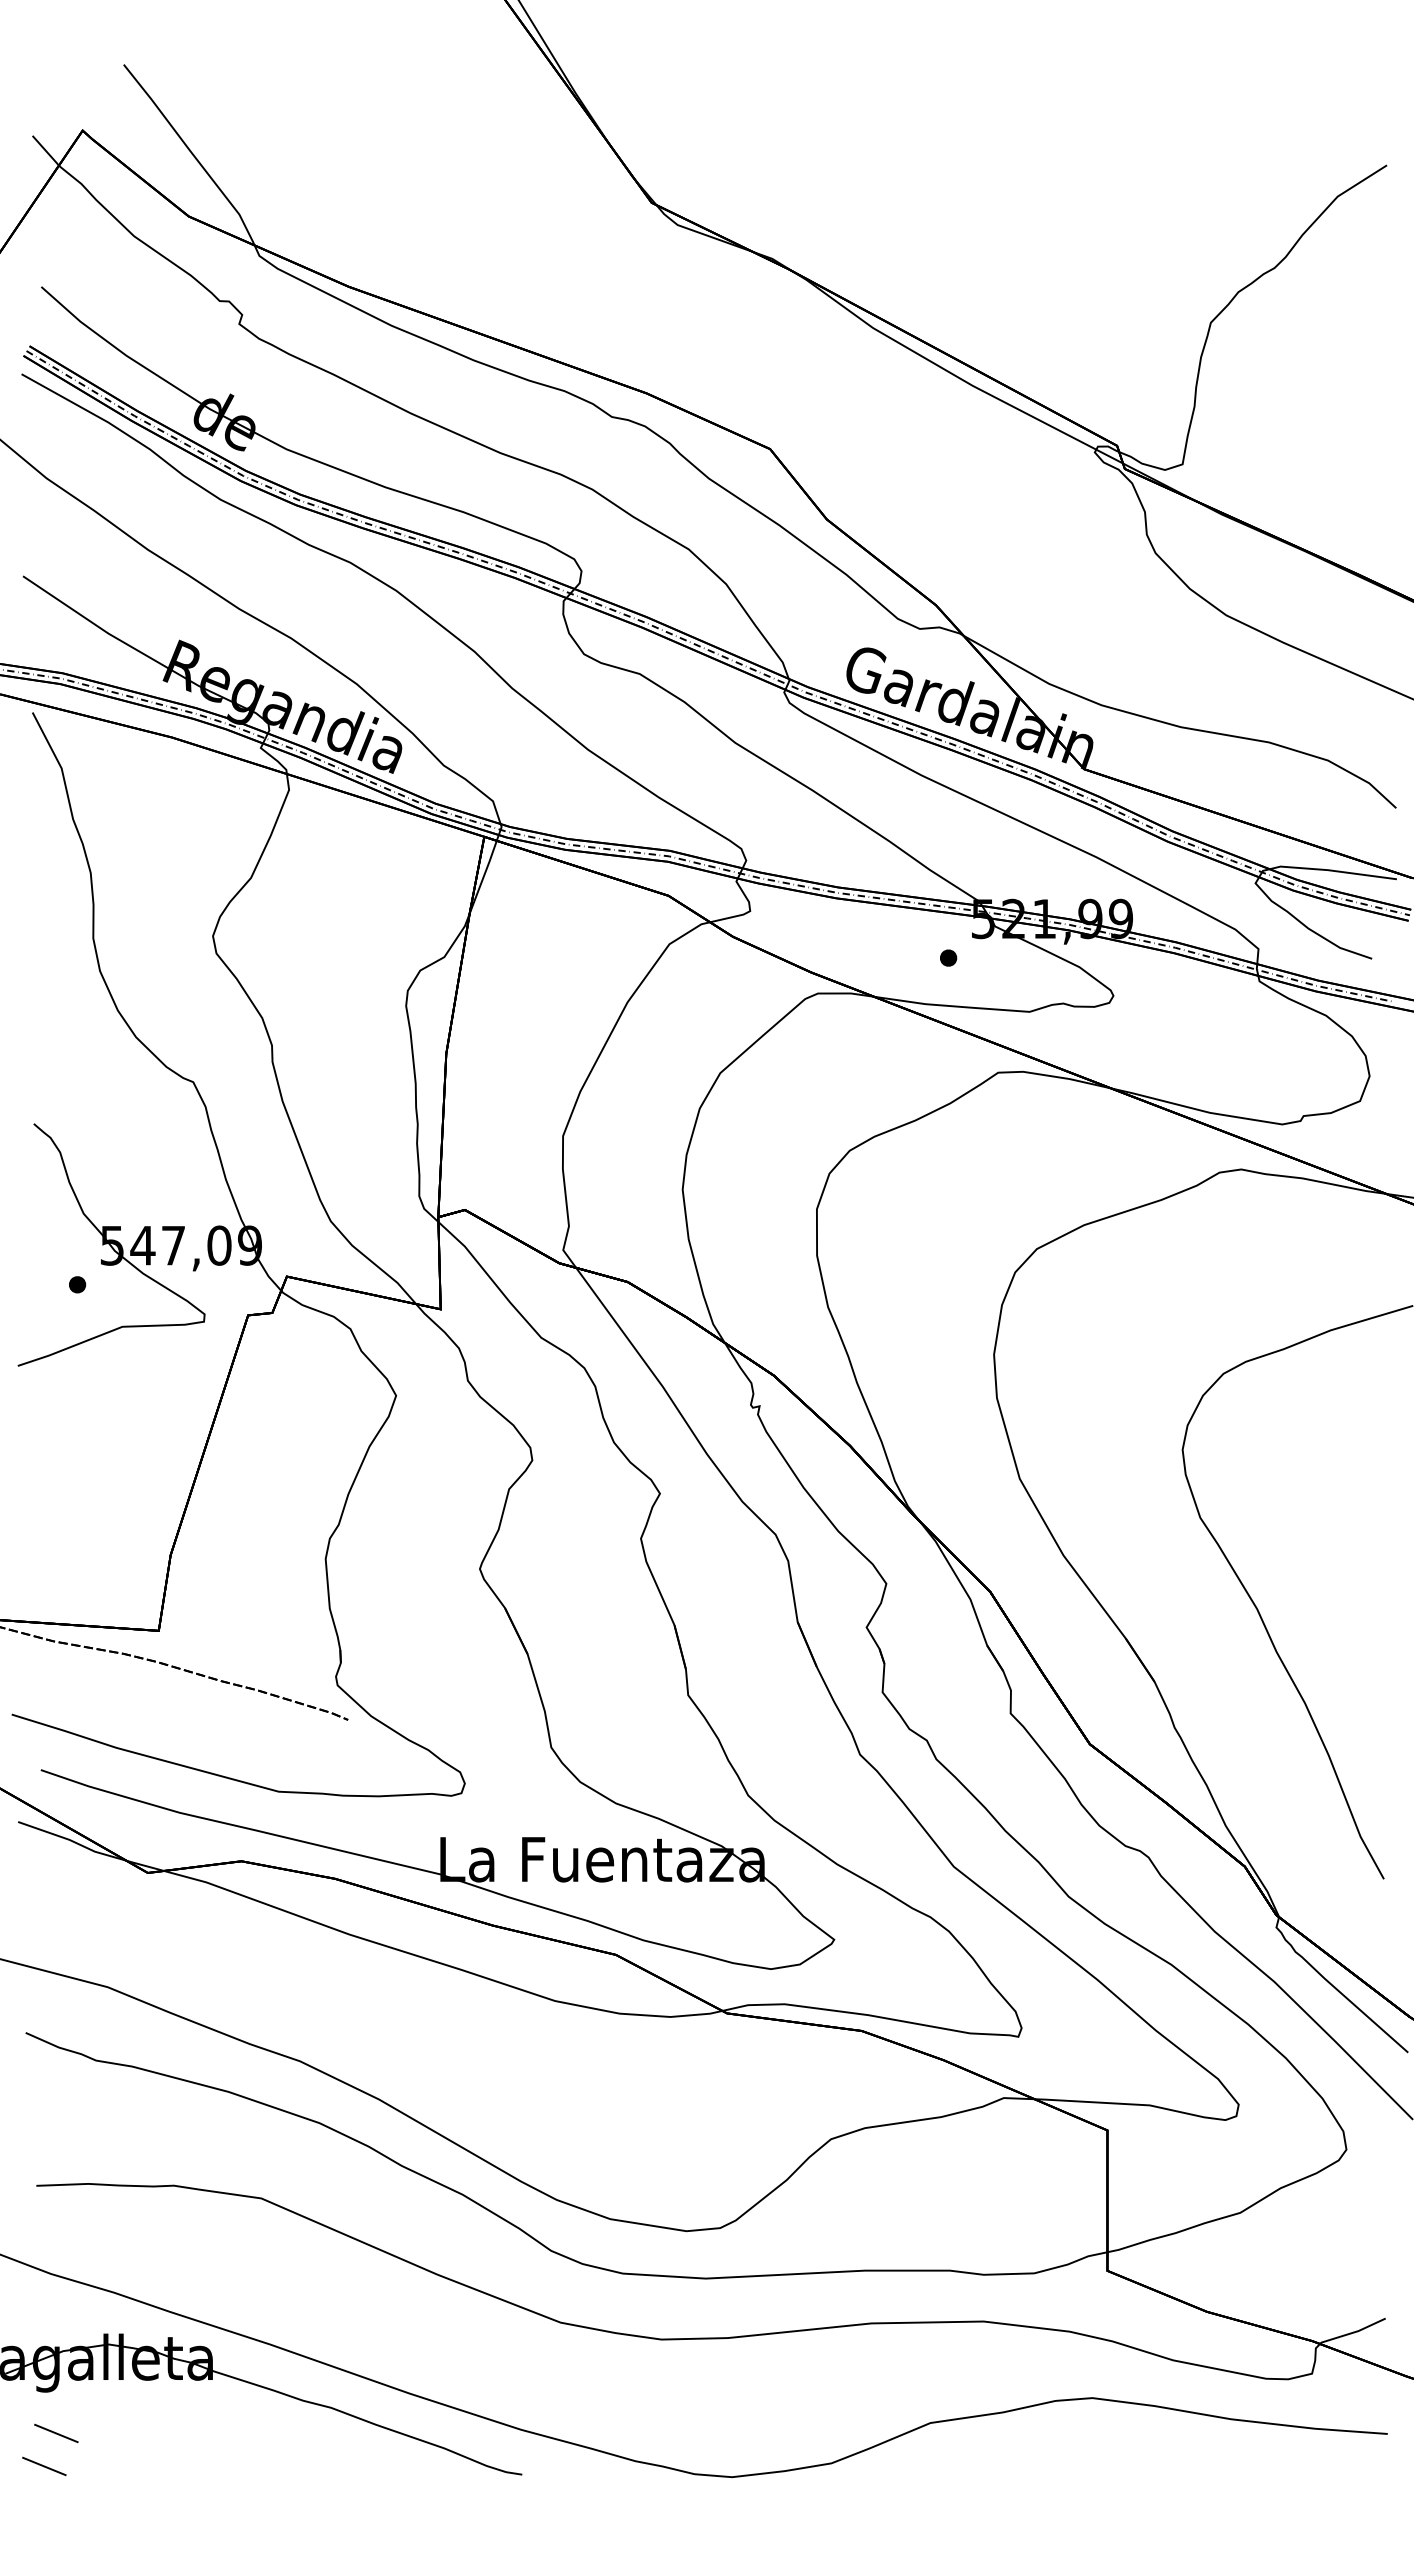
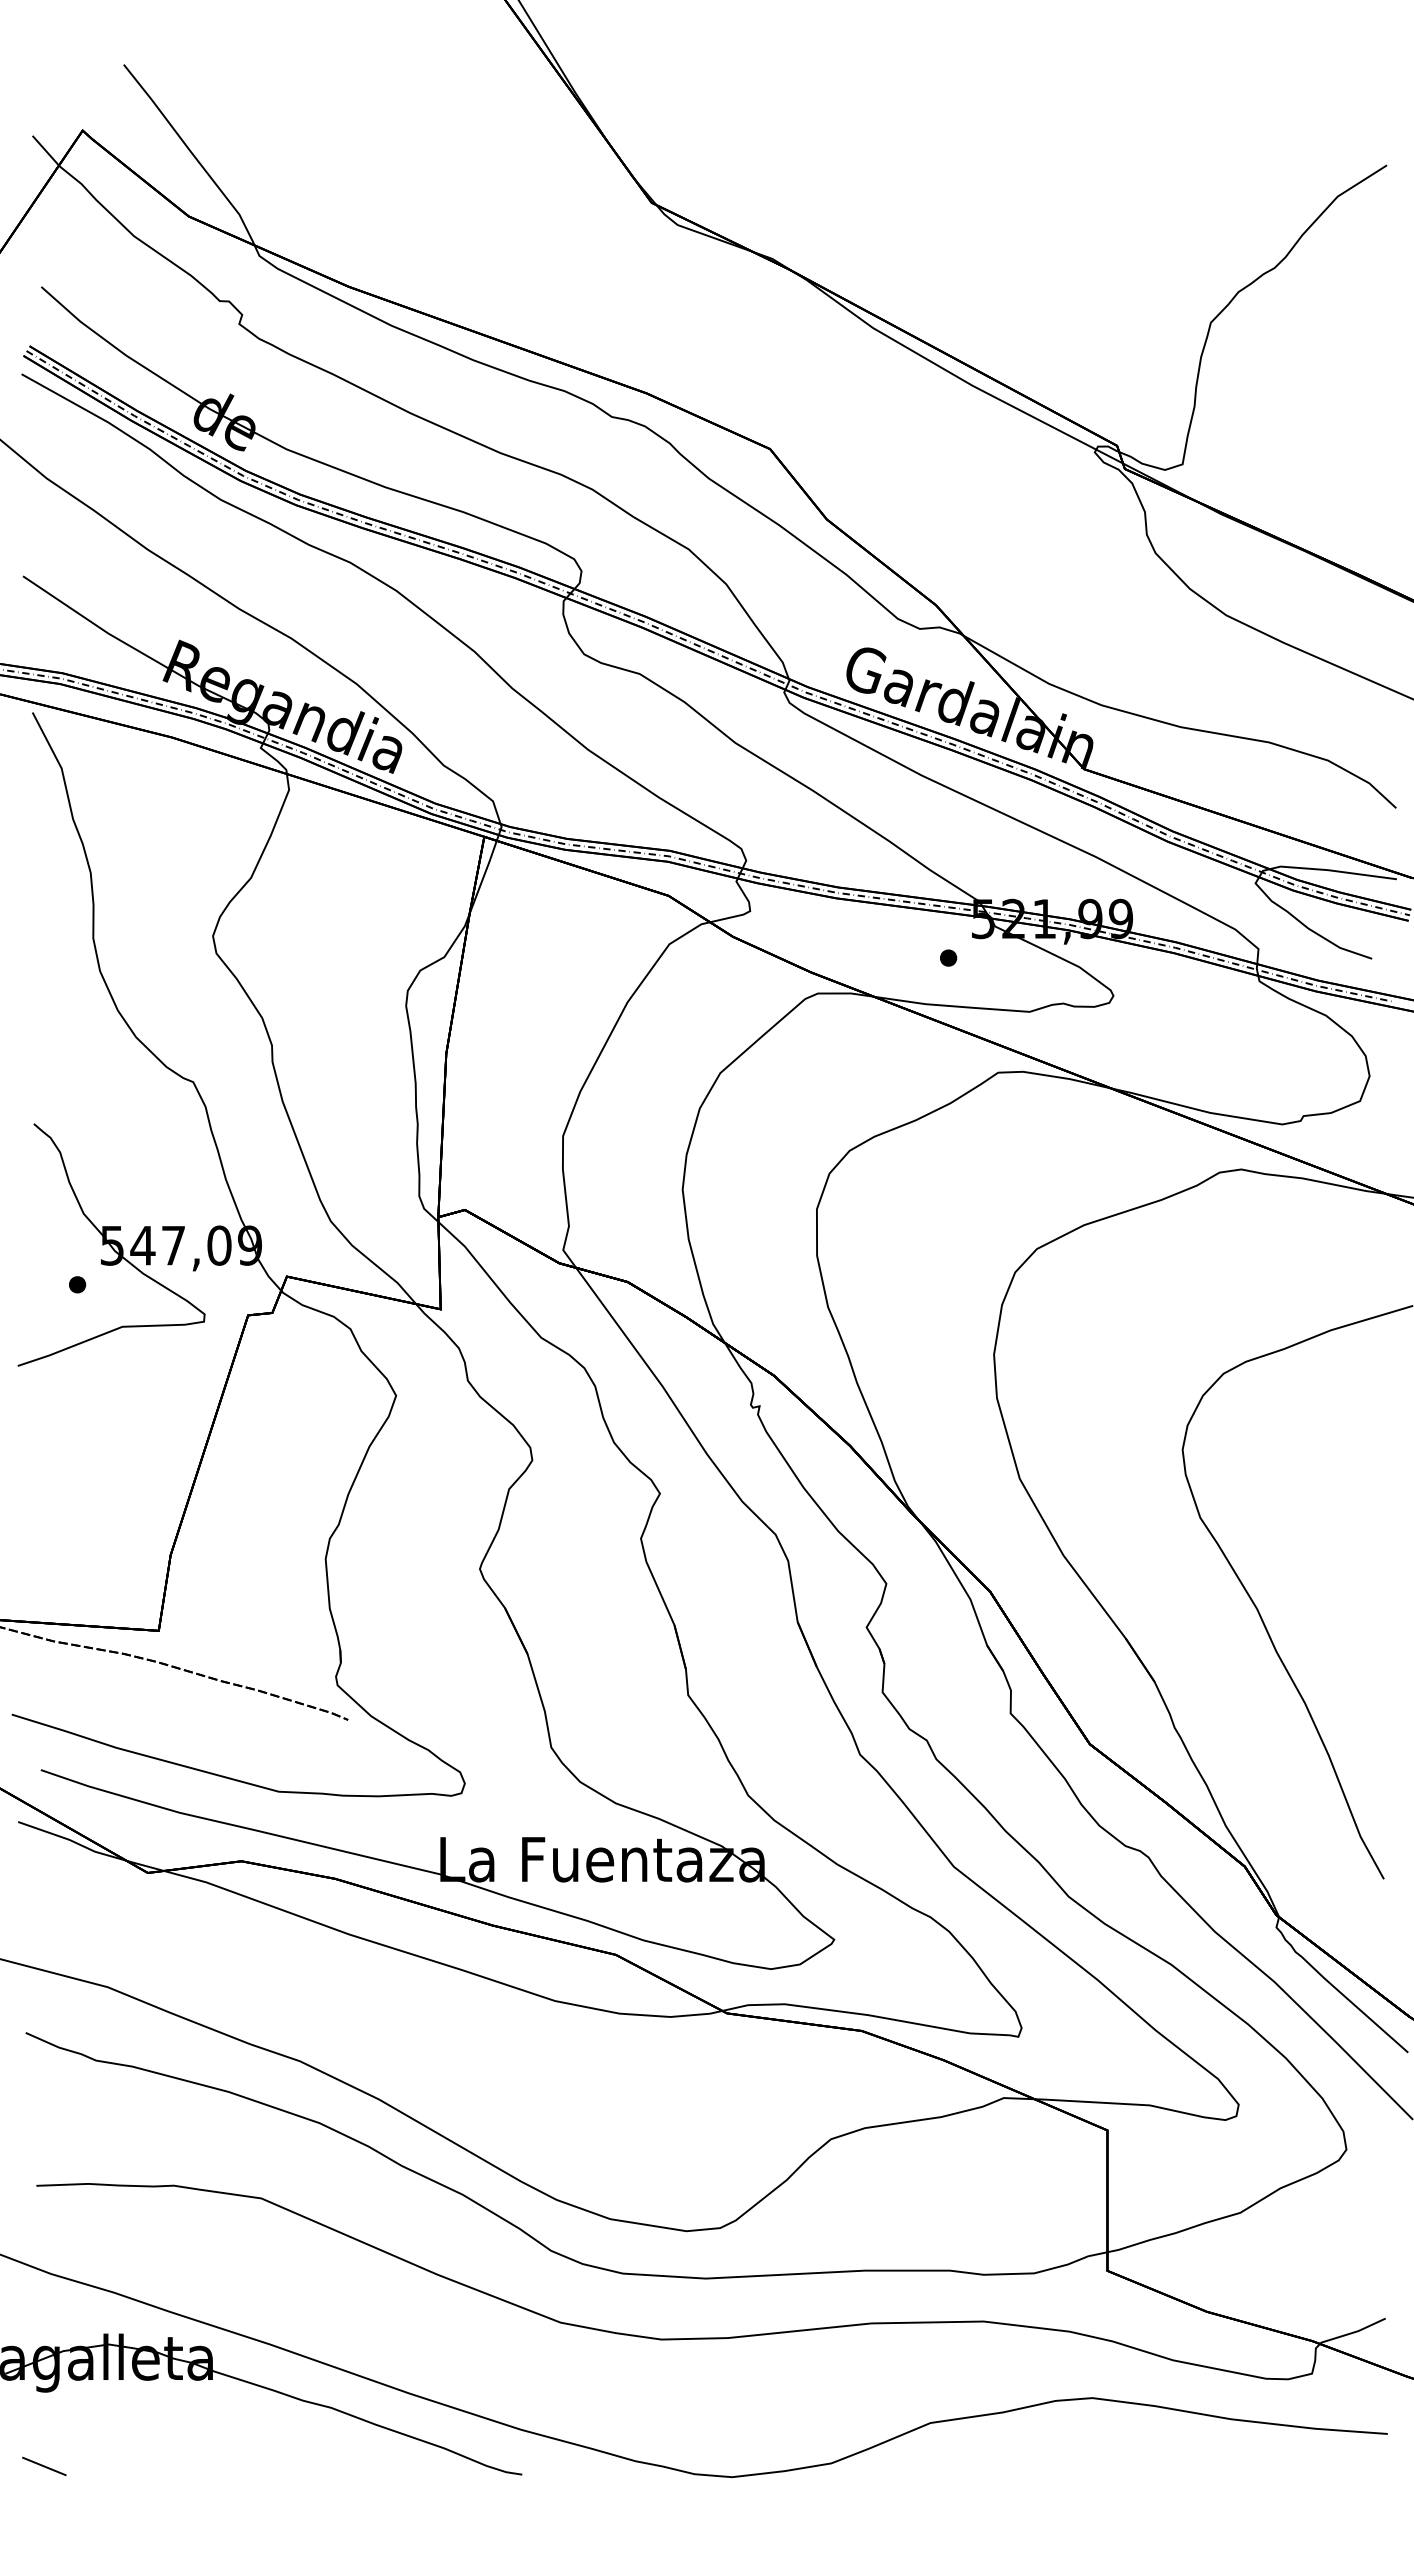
line at (56, 2432): present -> none
